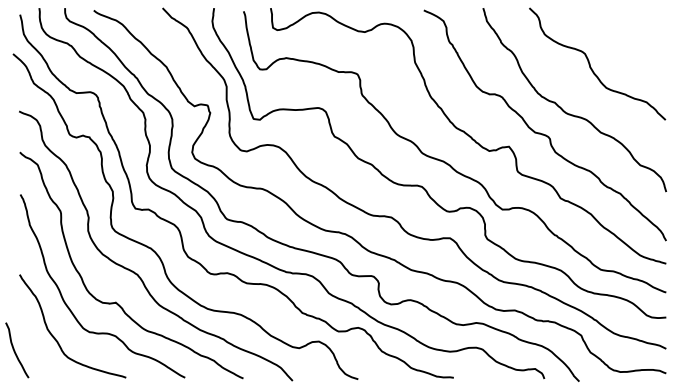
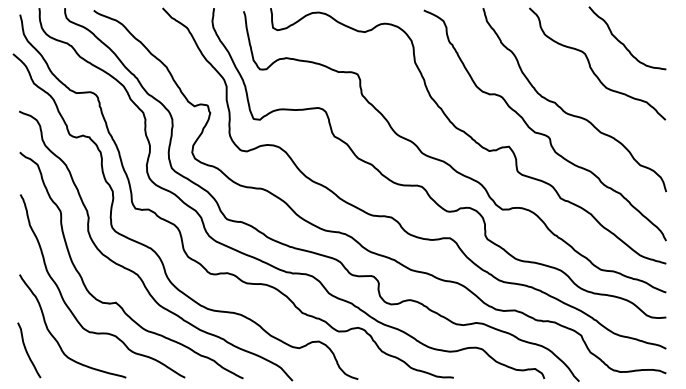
curve at (622, 42): none -> present
curve at (15, 350) position: (15, 350) -> (27, 350)
